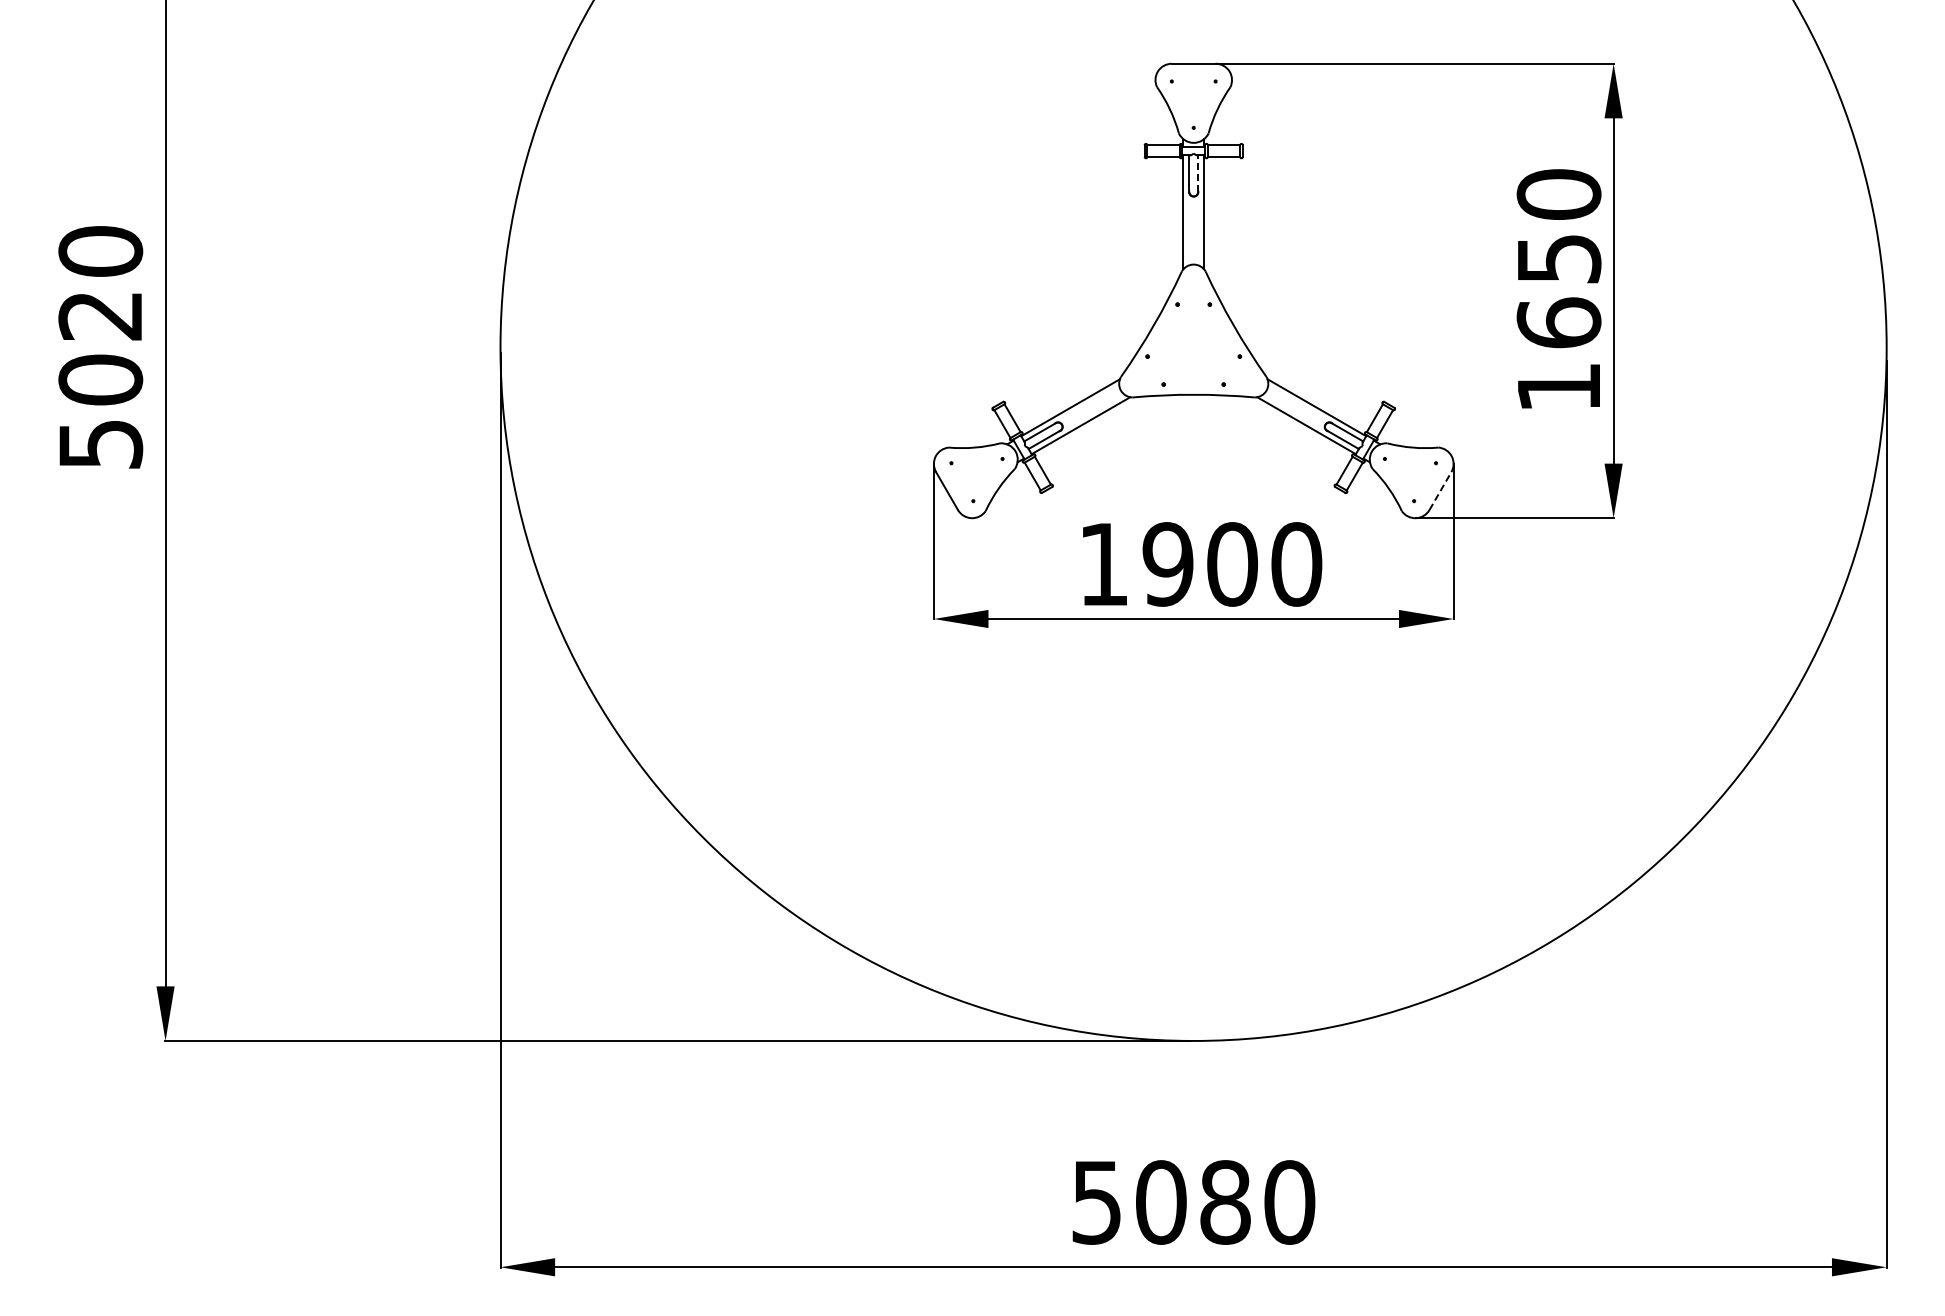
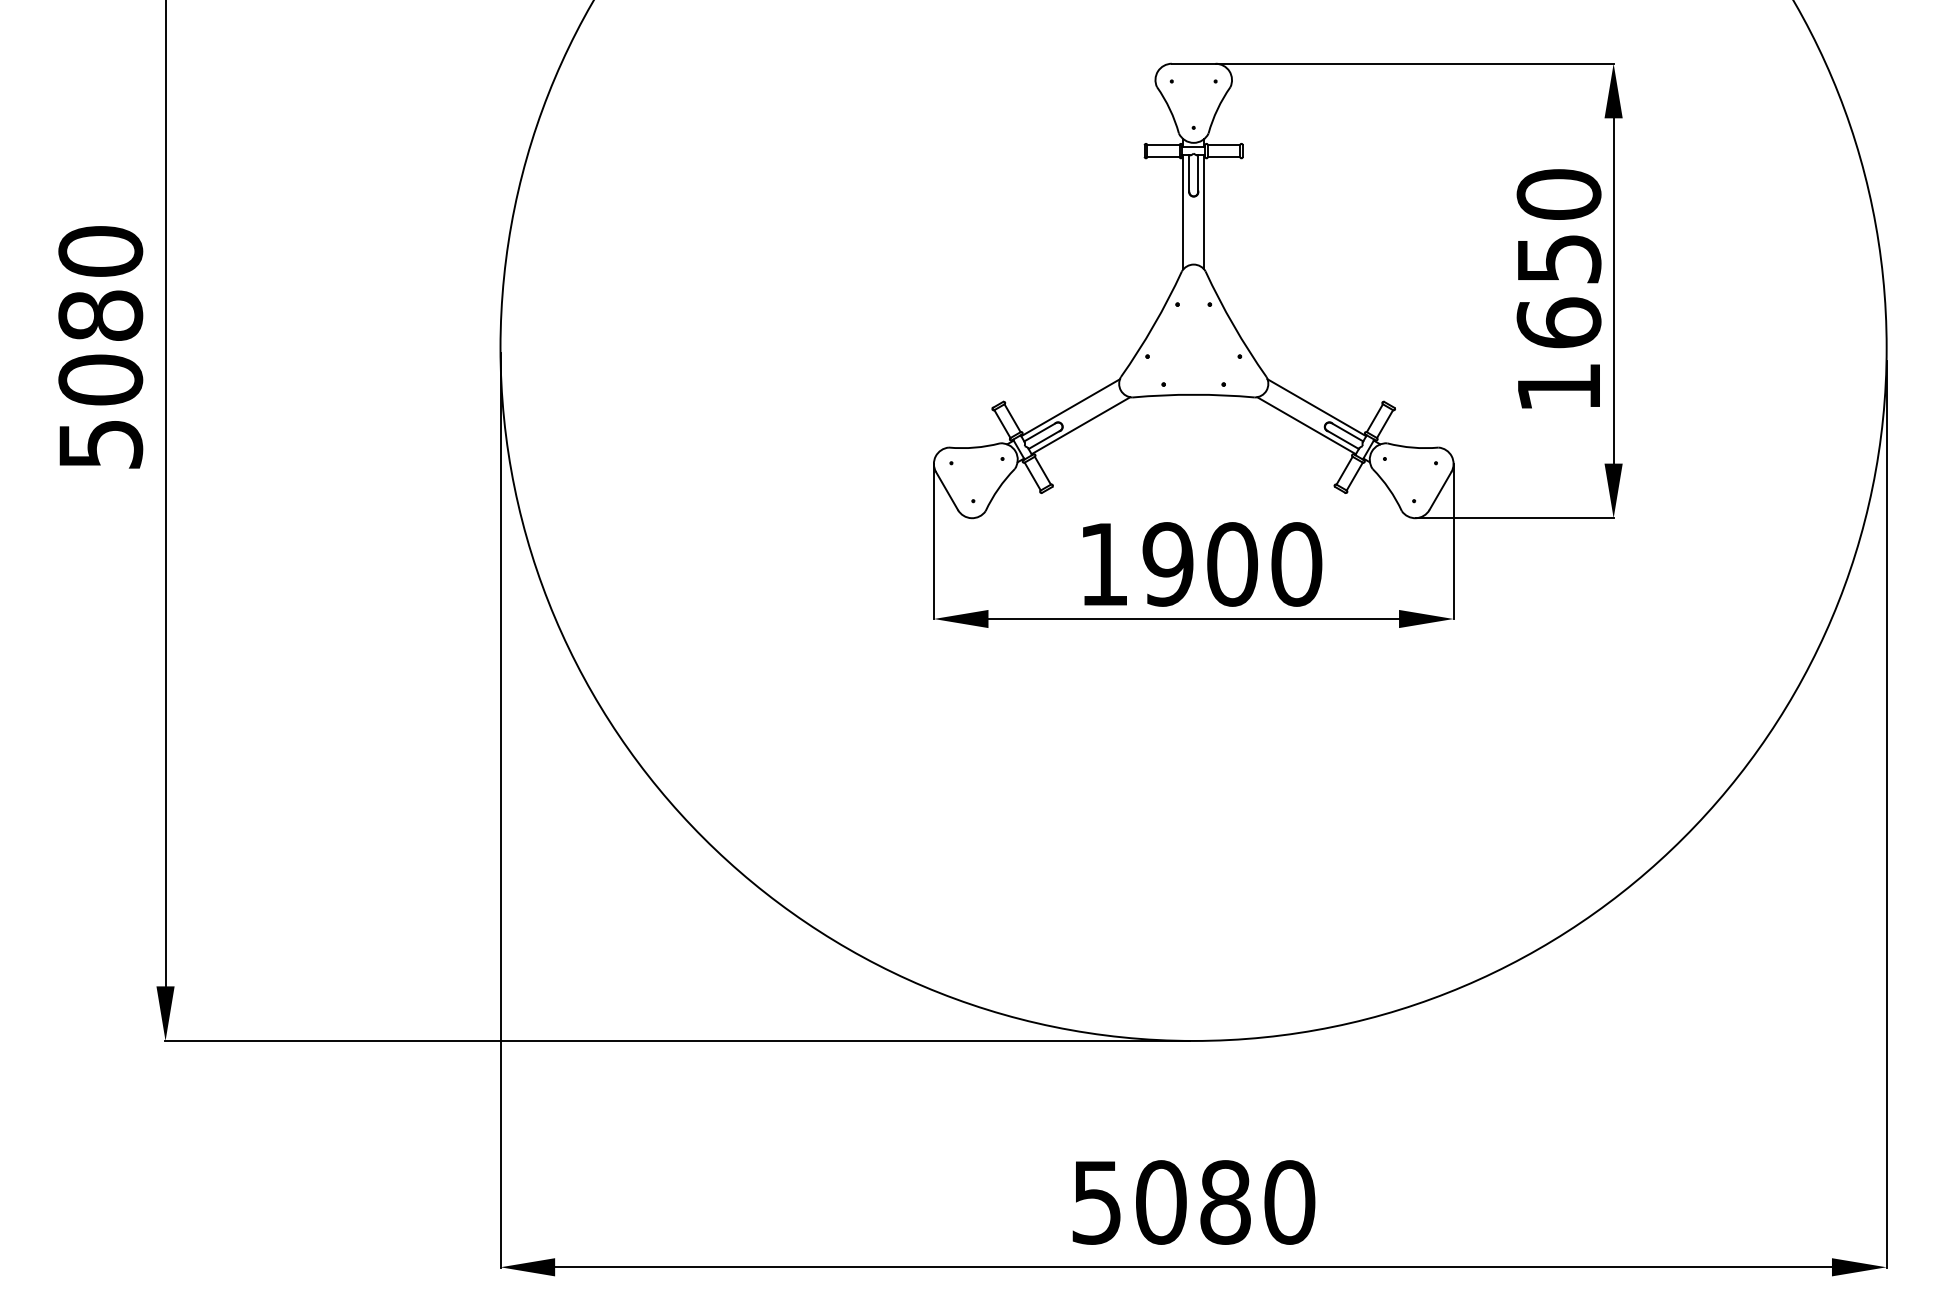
line at (1198, 173): dashed -> solid
text at (100, 315): 5020 -> 5080
line at (1440, 491): dashed -> solid
